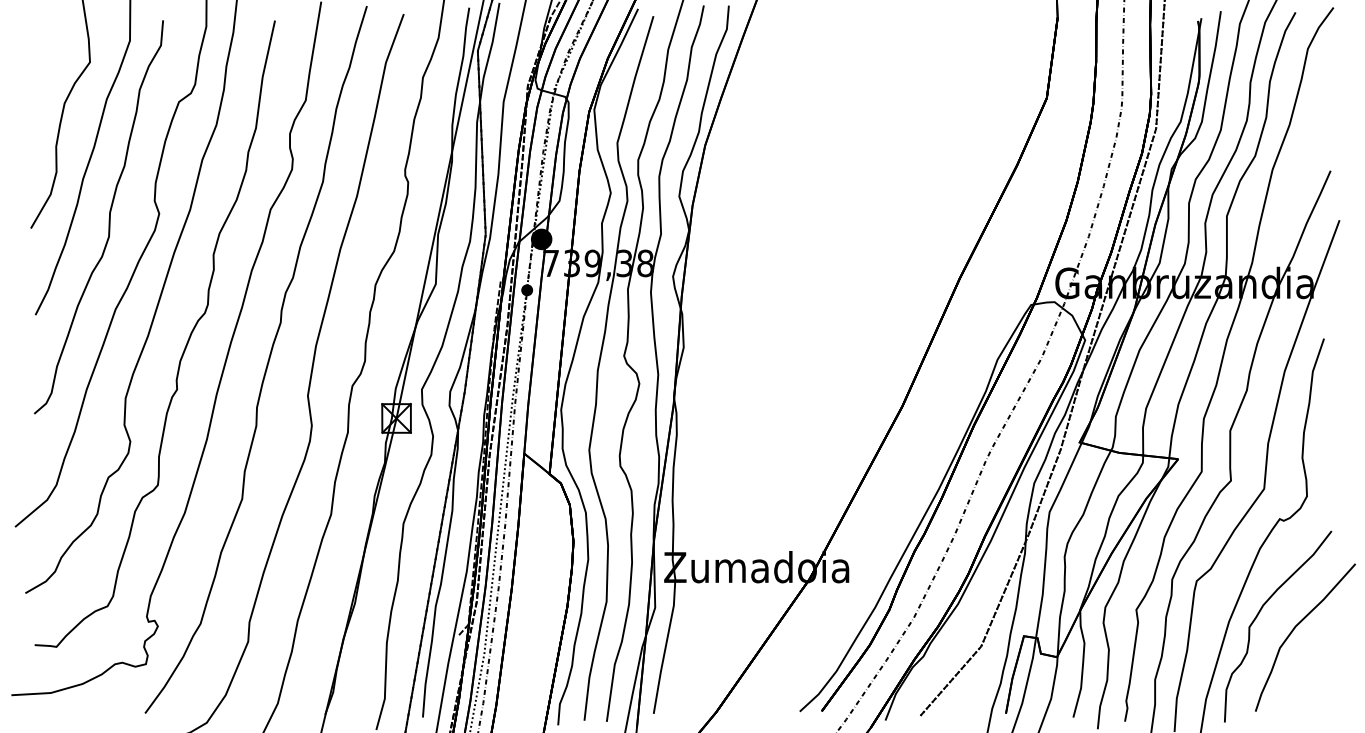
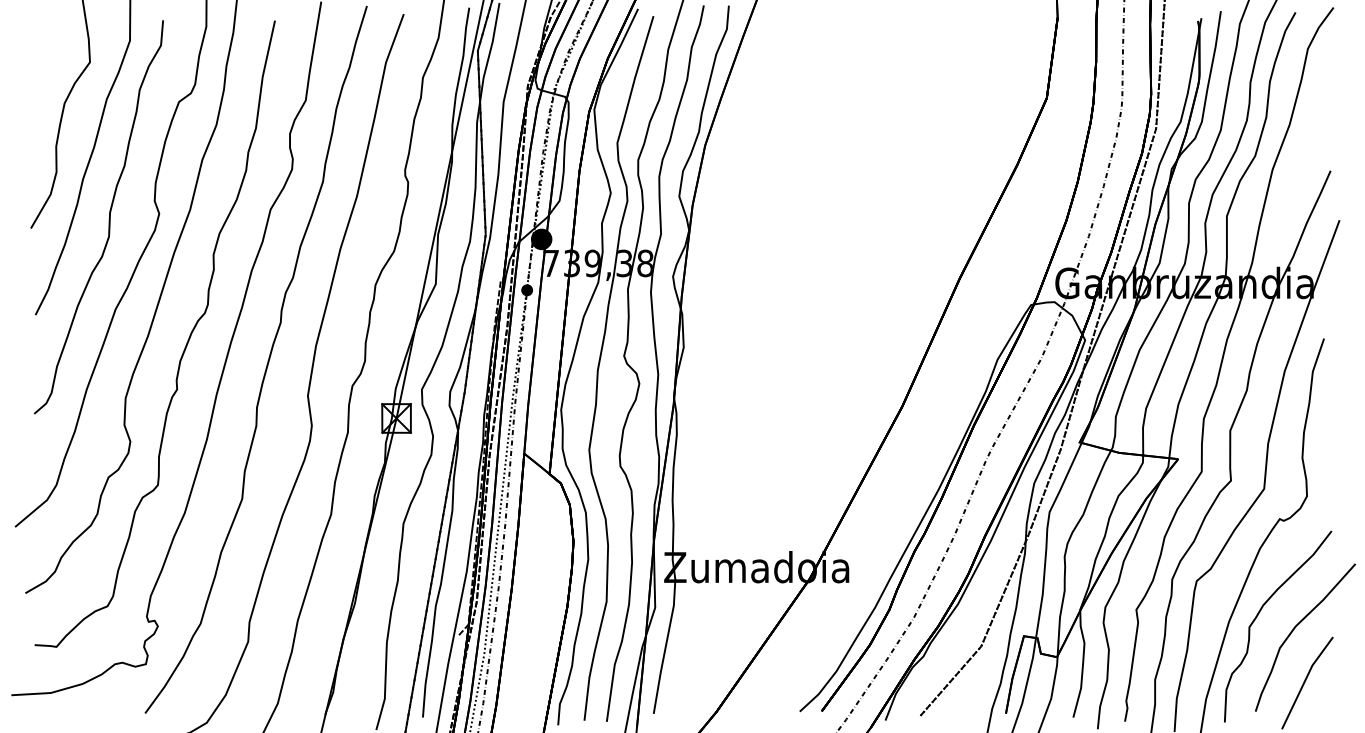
line at (1305, 682): none -> present
